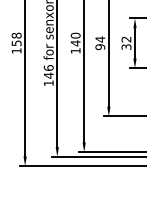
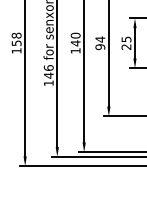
text at (126, 42): 32 -> 25
